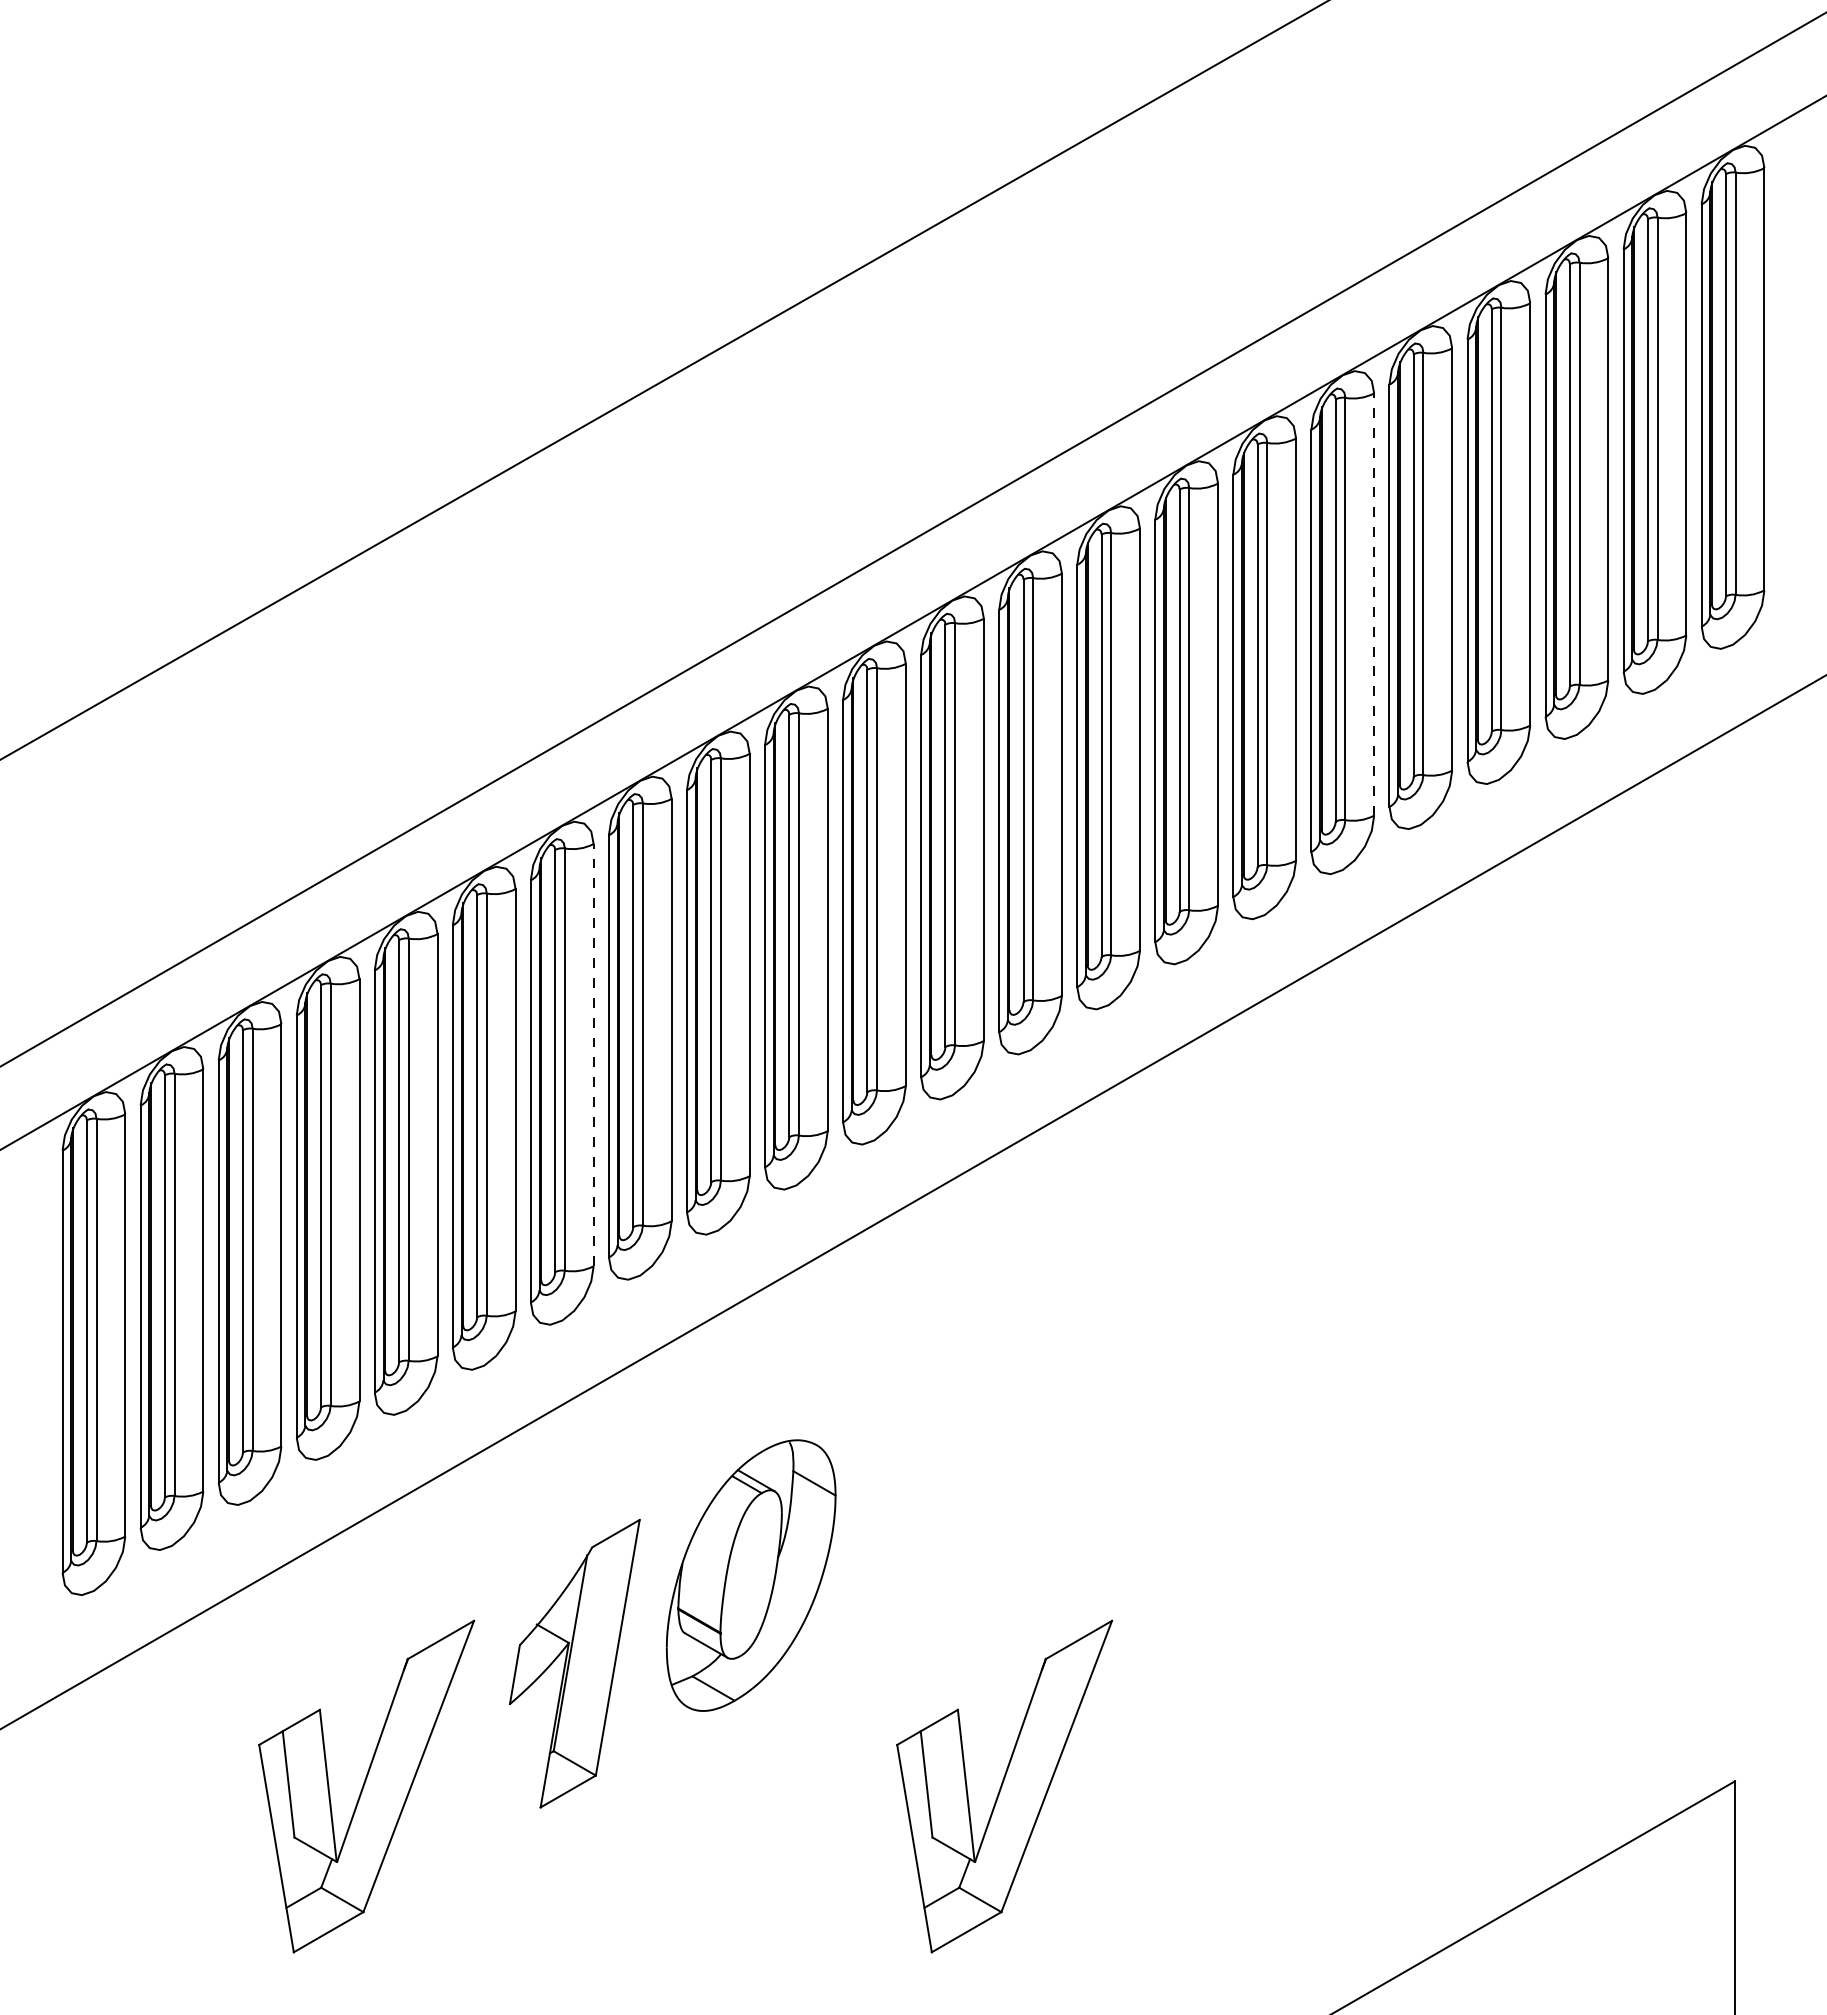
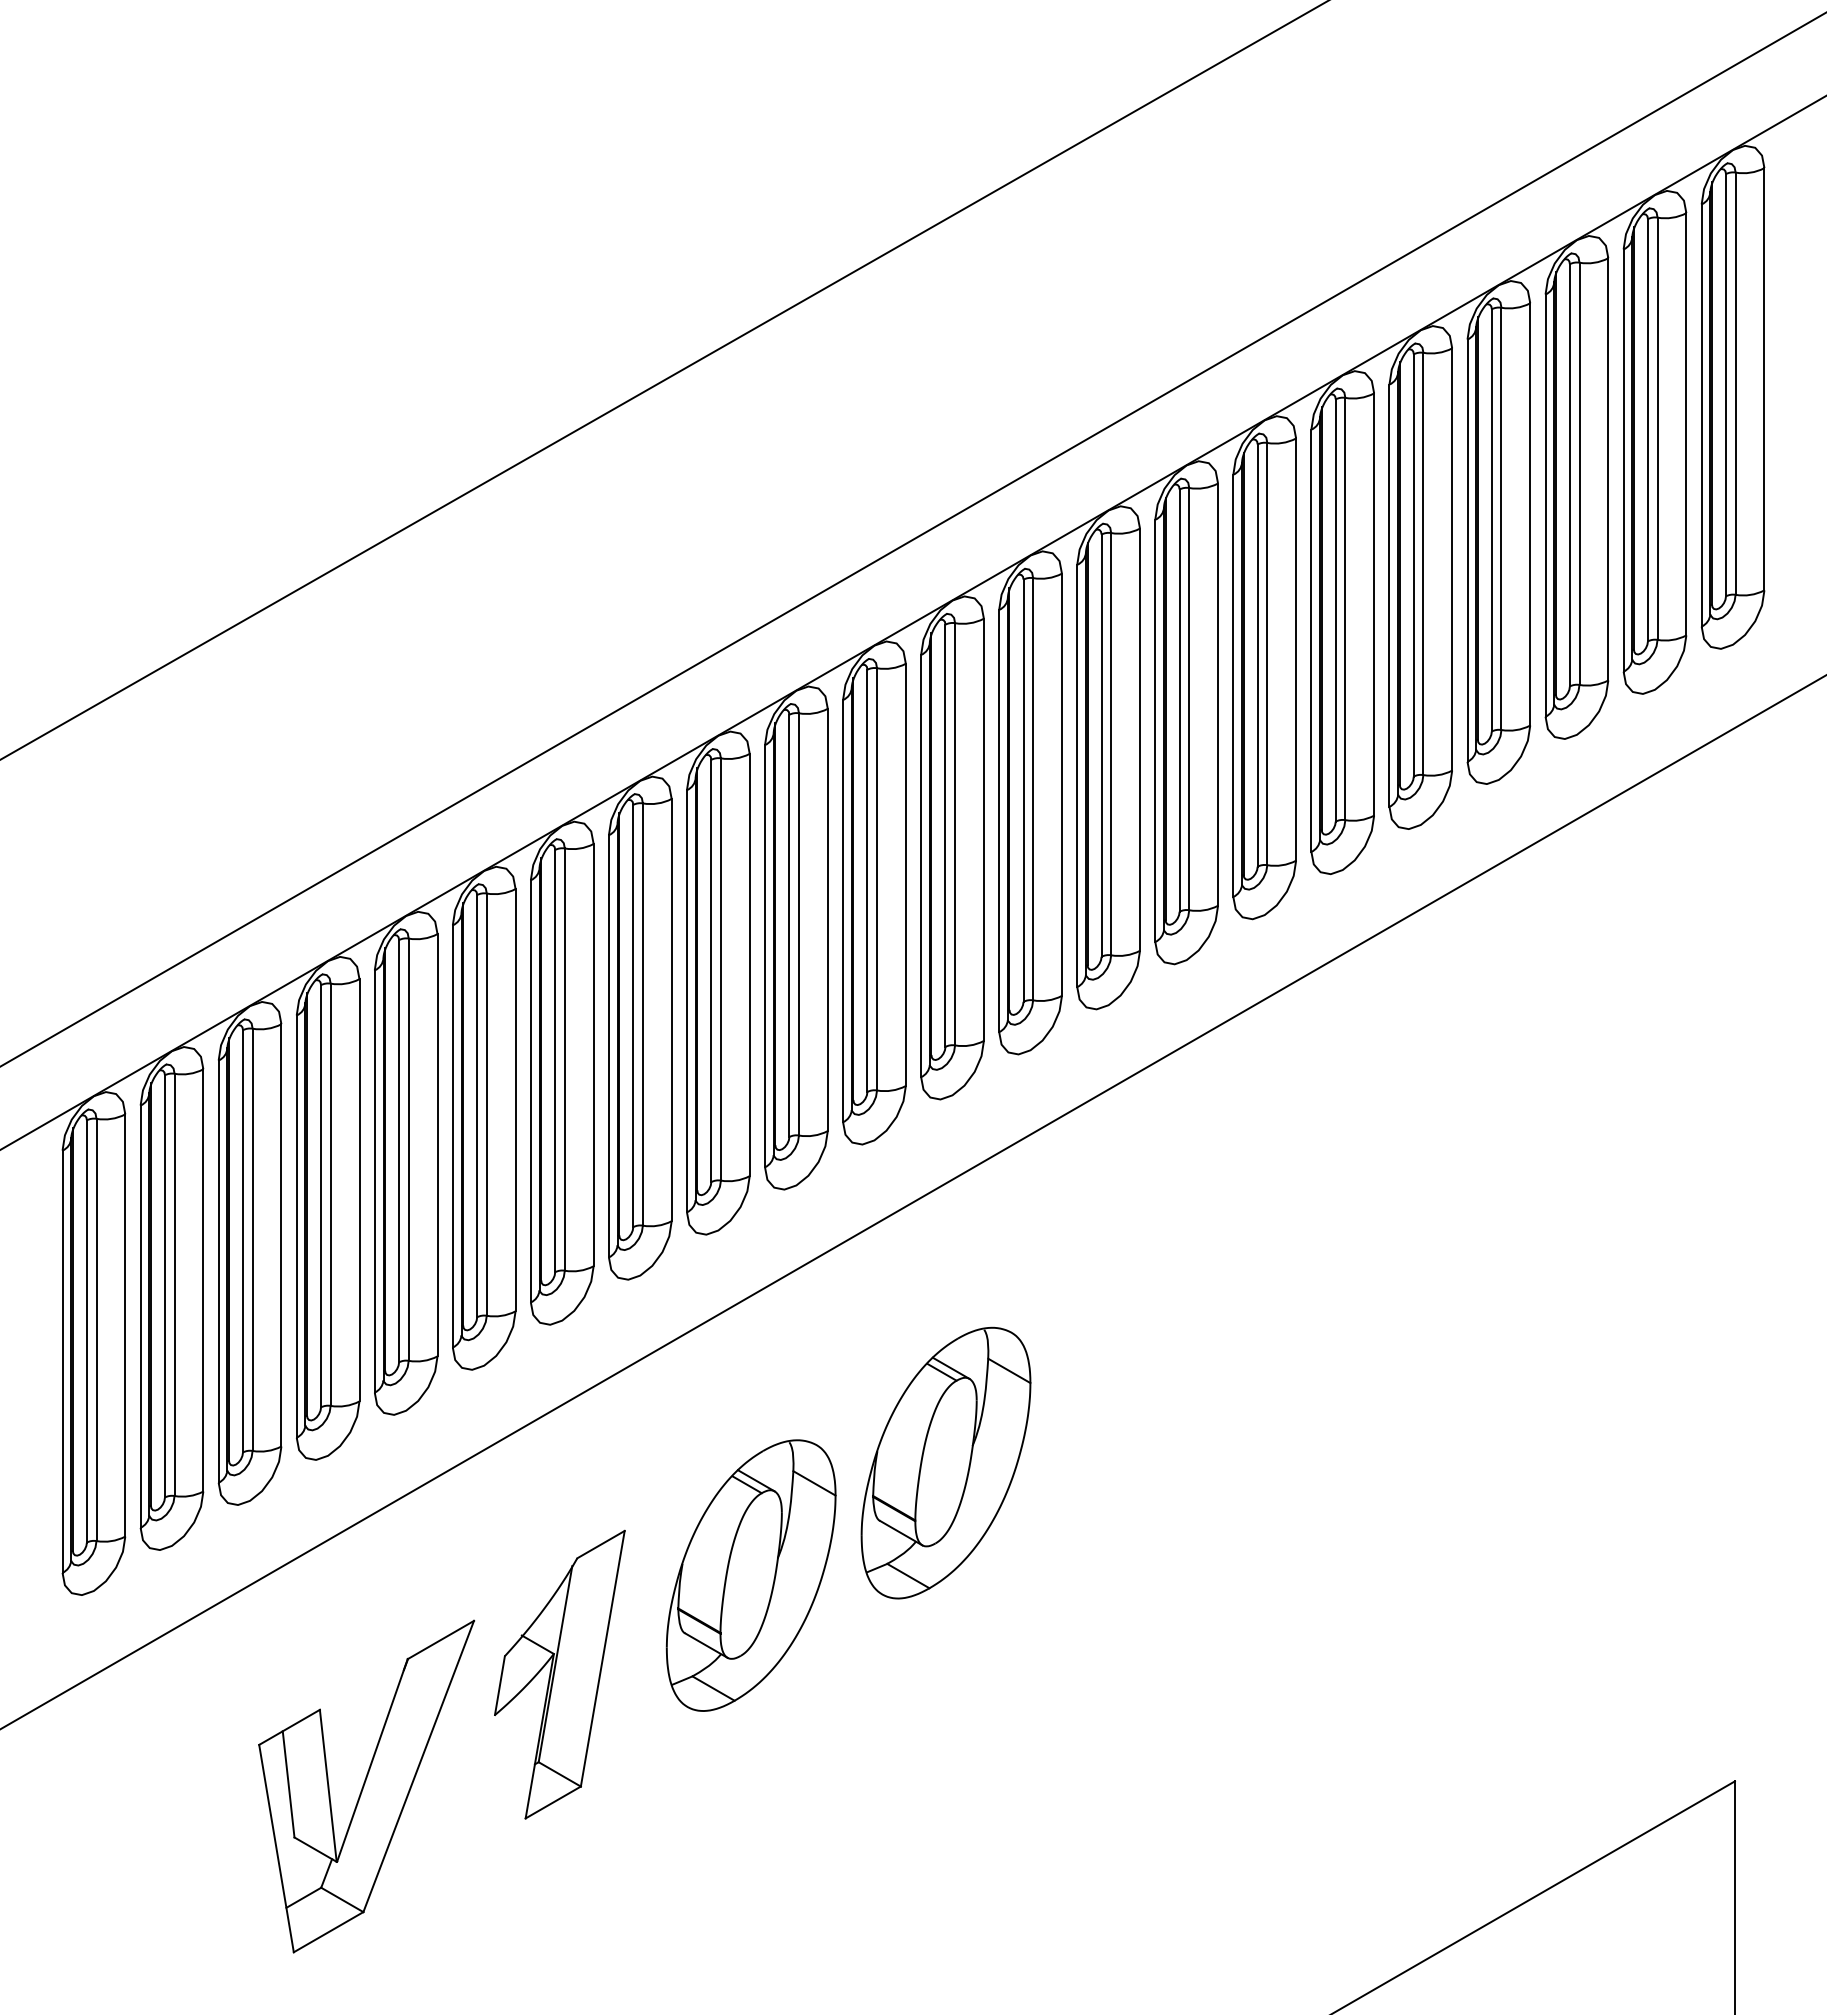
line at (1374, 604): dashed -> solid
line at (593, 1054): dashed -> solid
part at (945, 1462): none -> present
part at (574, 1663) position: (574, 1663) -> (559, 1674)
part at (1004, 1786): present -> none
